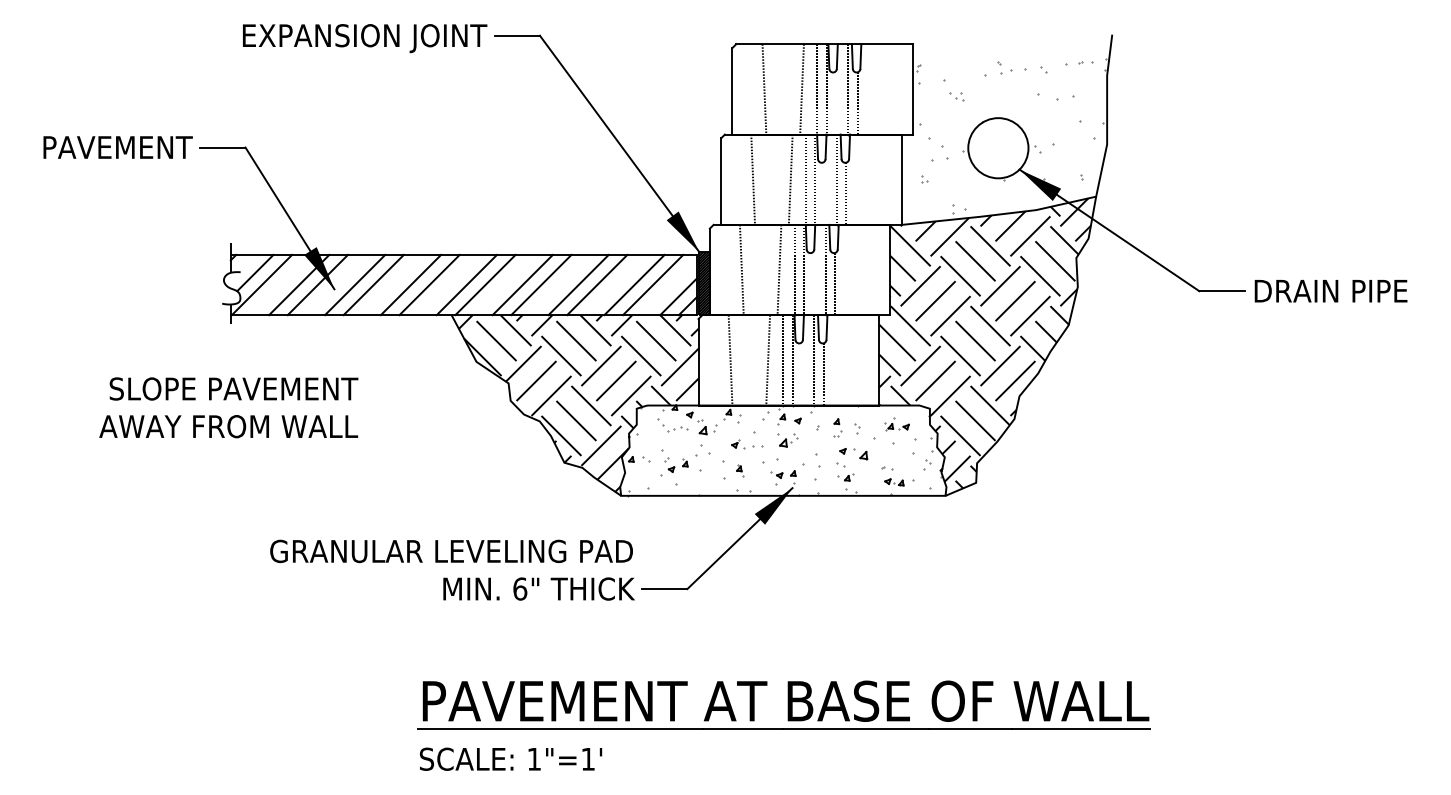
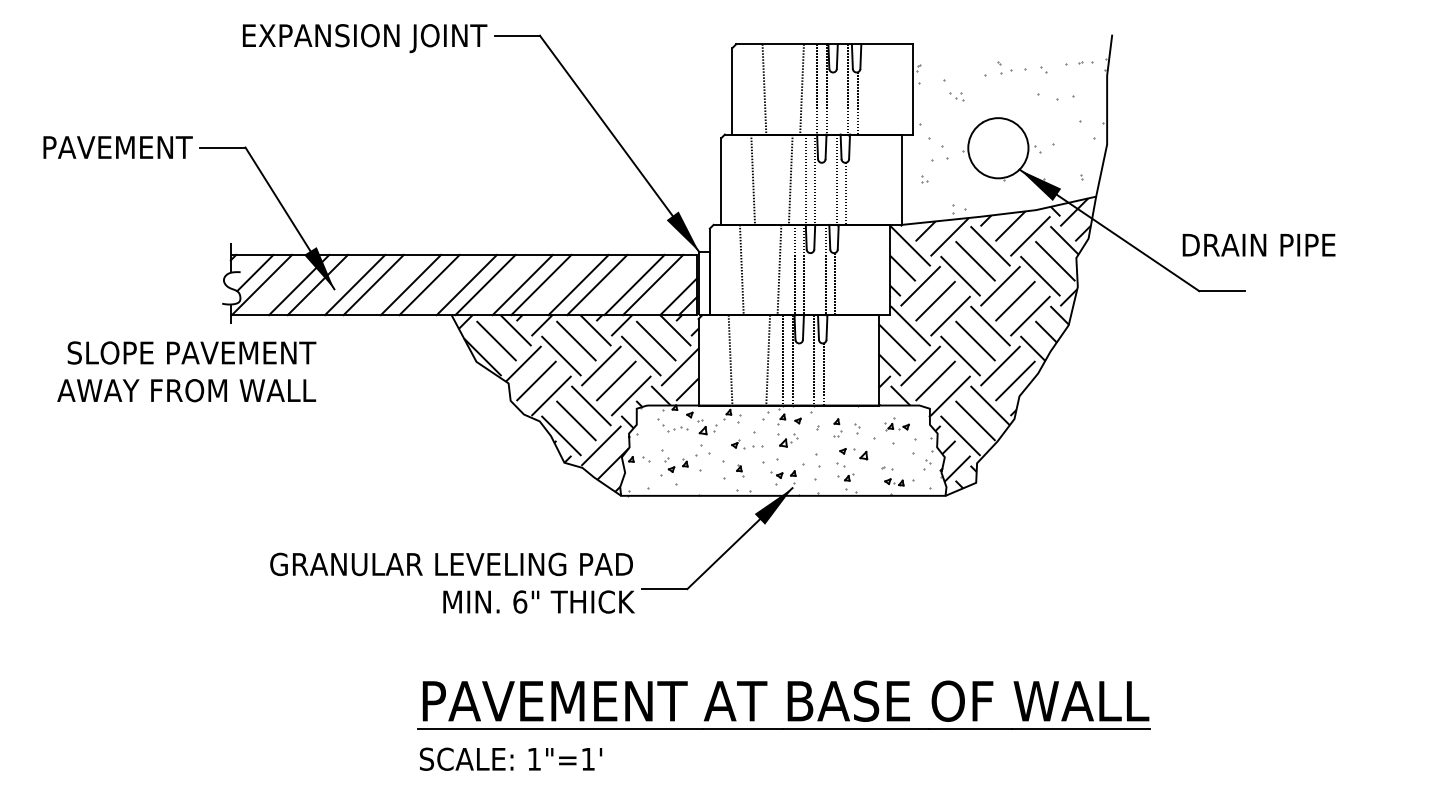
hatch at (704, 283): present -> none
text at (1330, 291) position: (1330, 291) -> (1258, 245)
text at (228, 407) position: (228, 407) -> (186, 371)
text at (452, 569) position: (452, 569) -> (452, 582)
